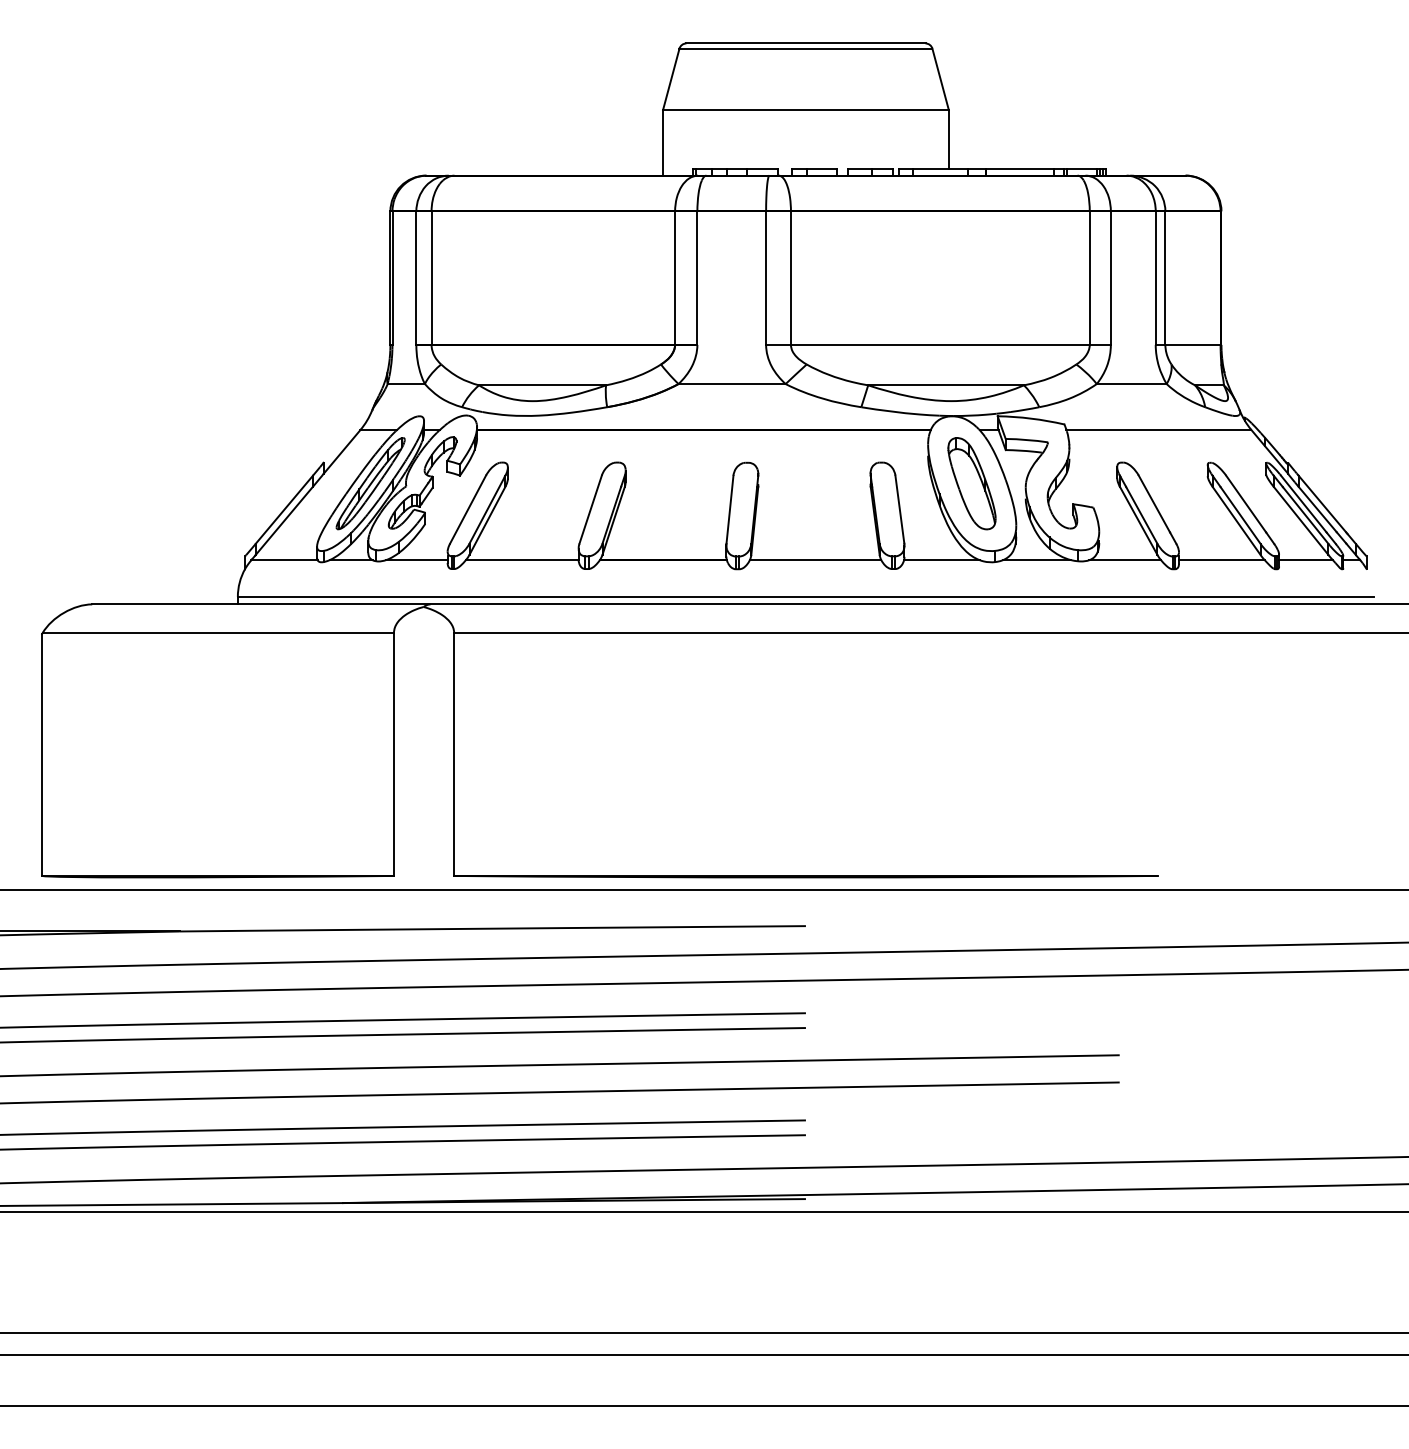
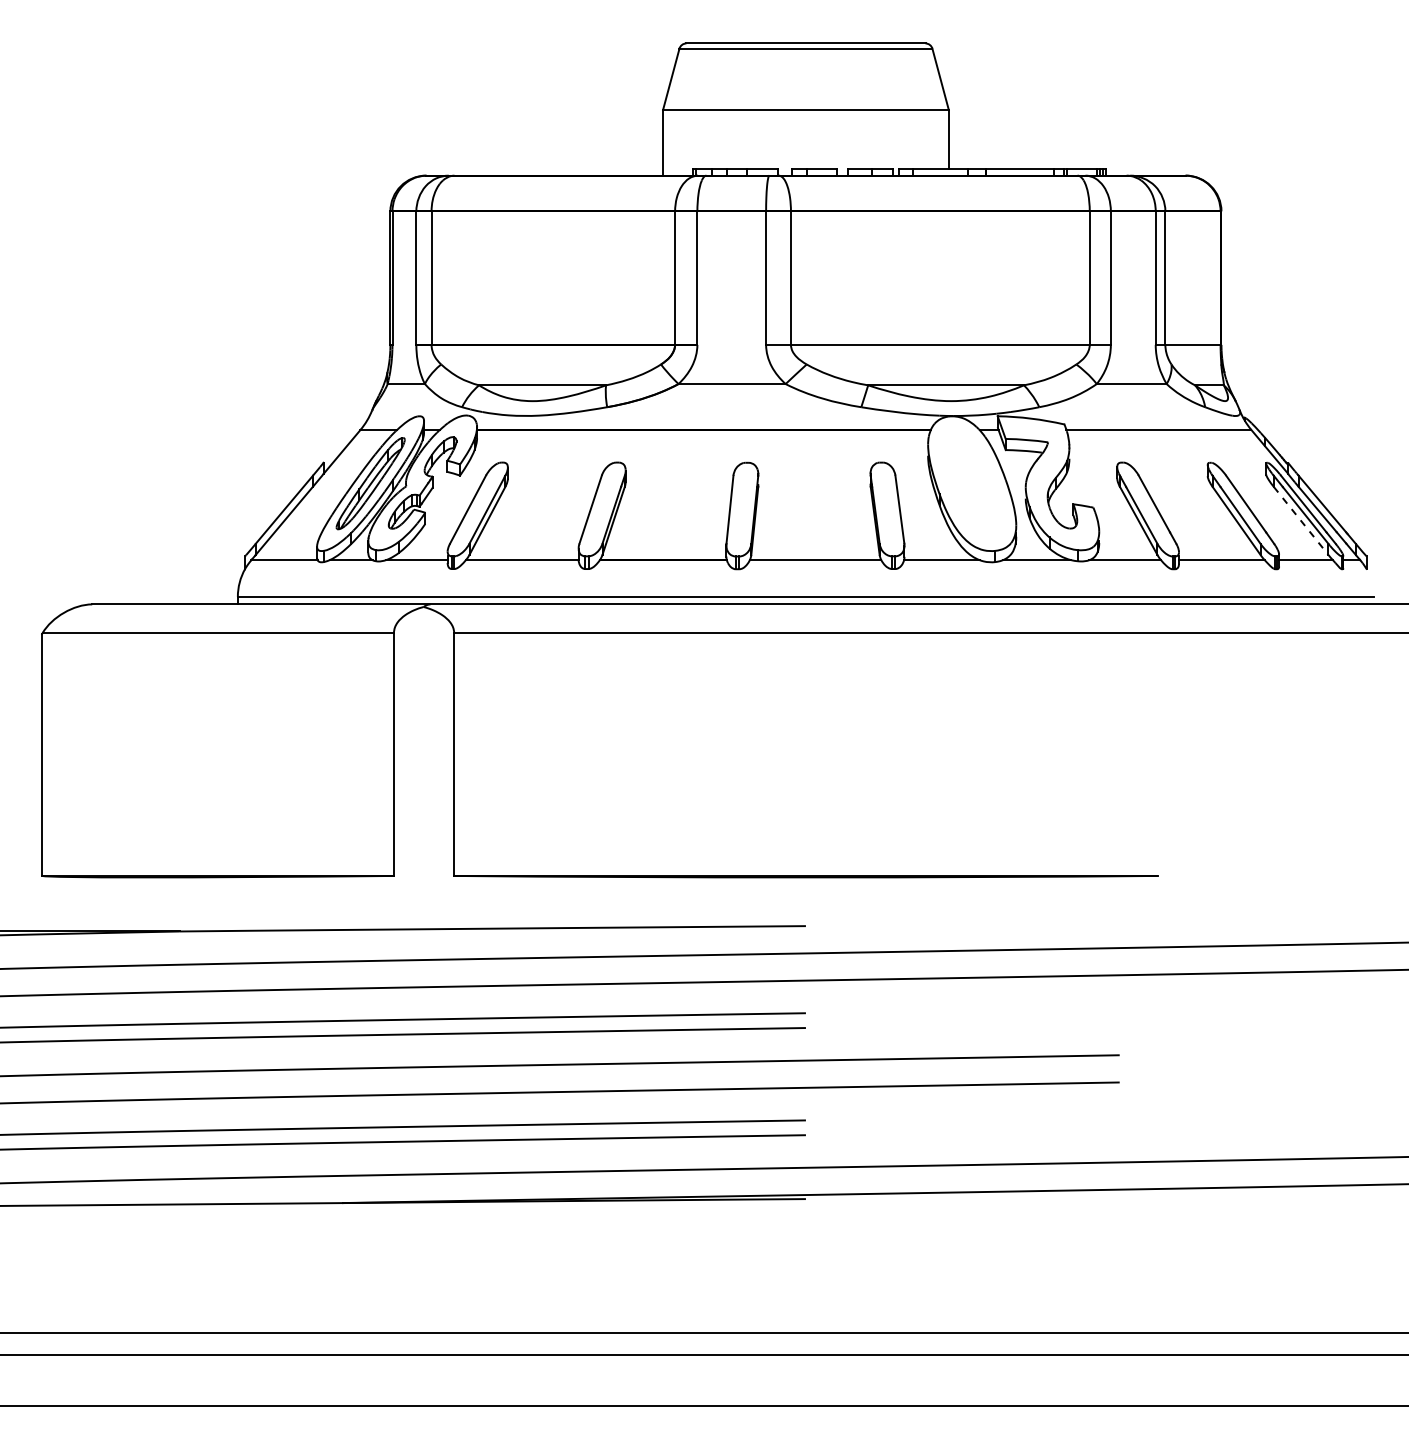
part at (971, 483): present -> none
line at (1301, 520): solid -> dashed
line at (703, 890): present -> none
line at (703, 1211): present -> none
